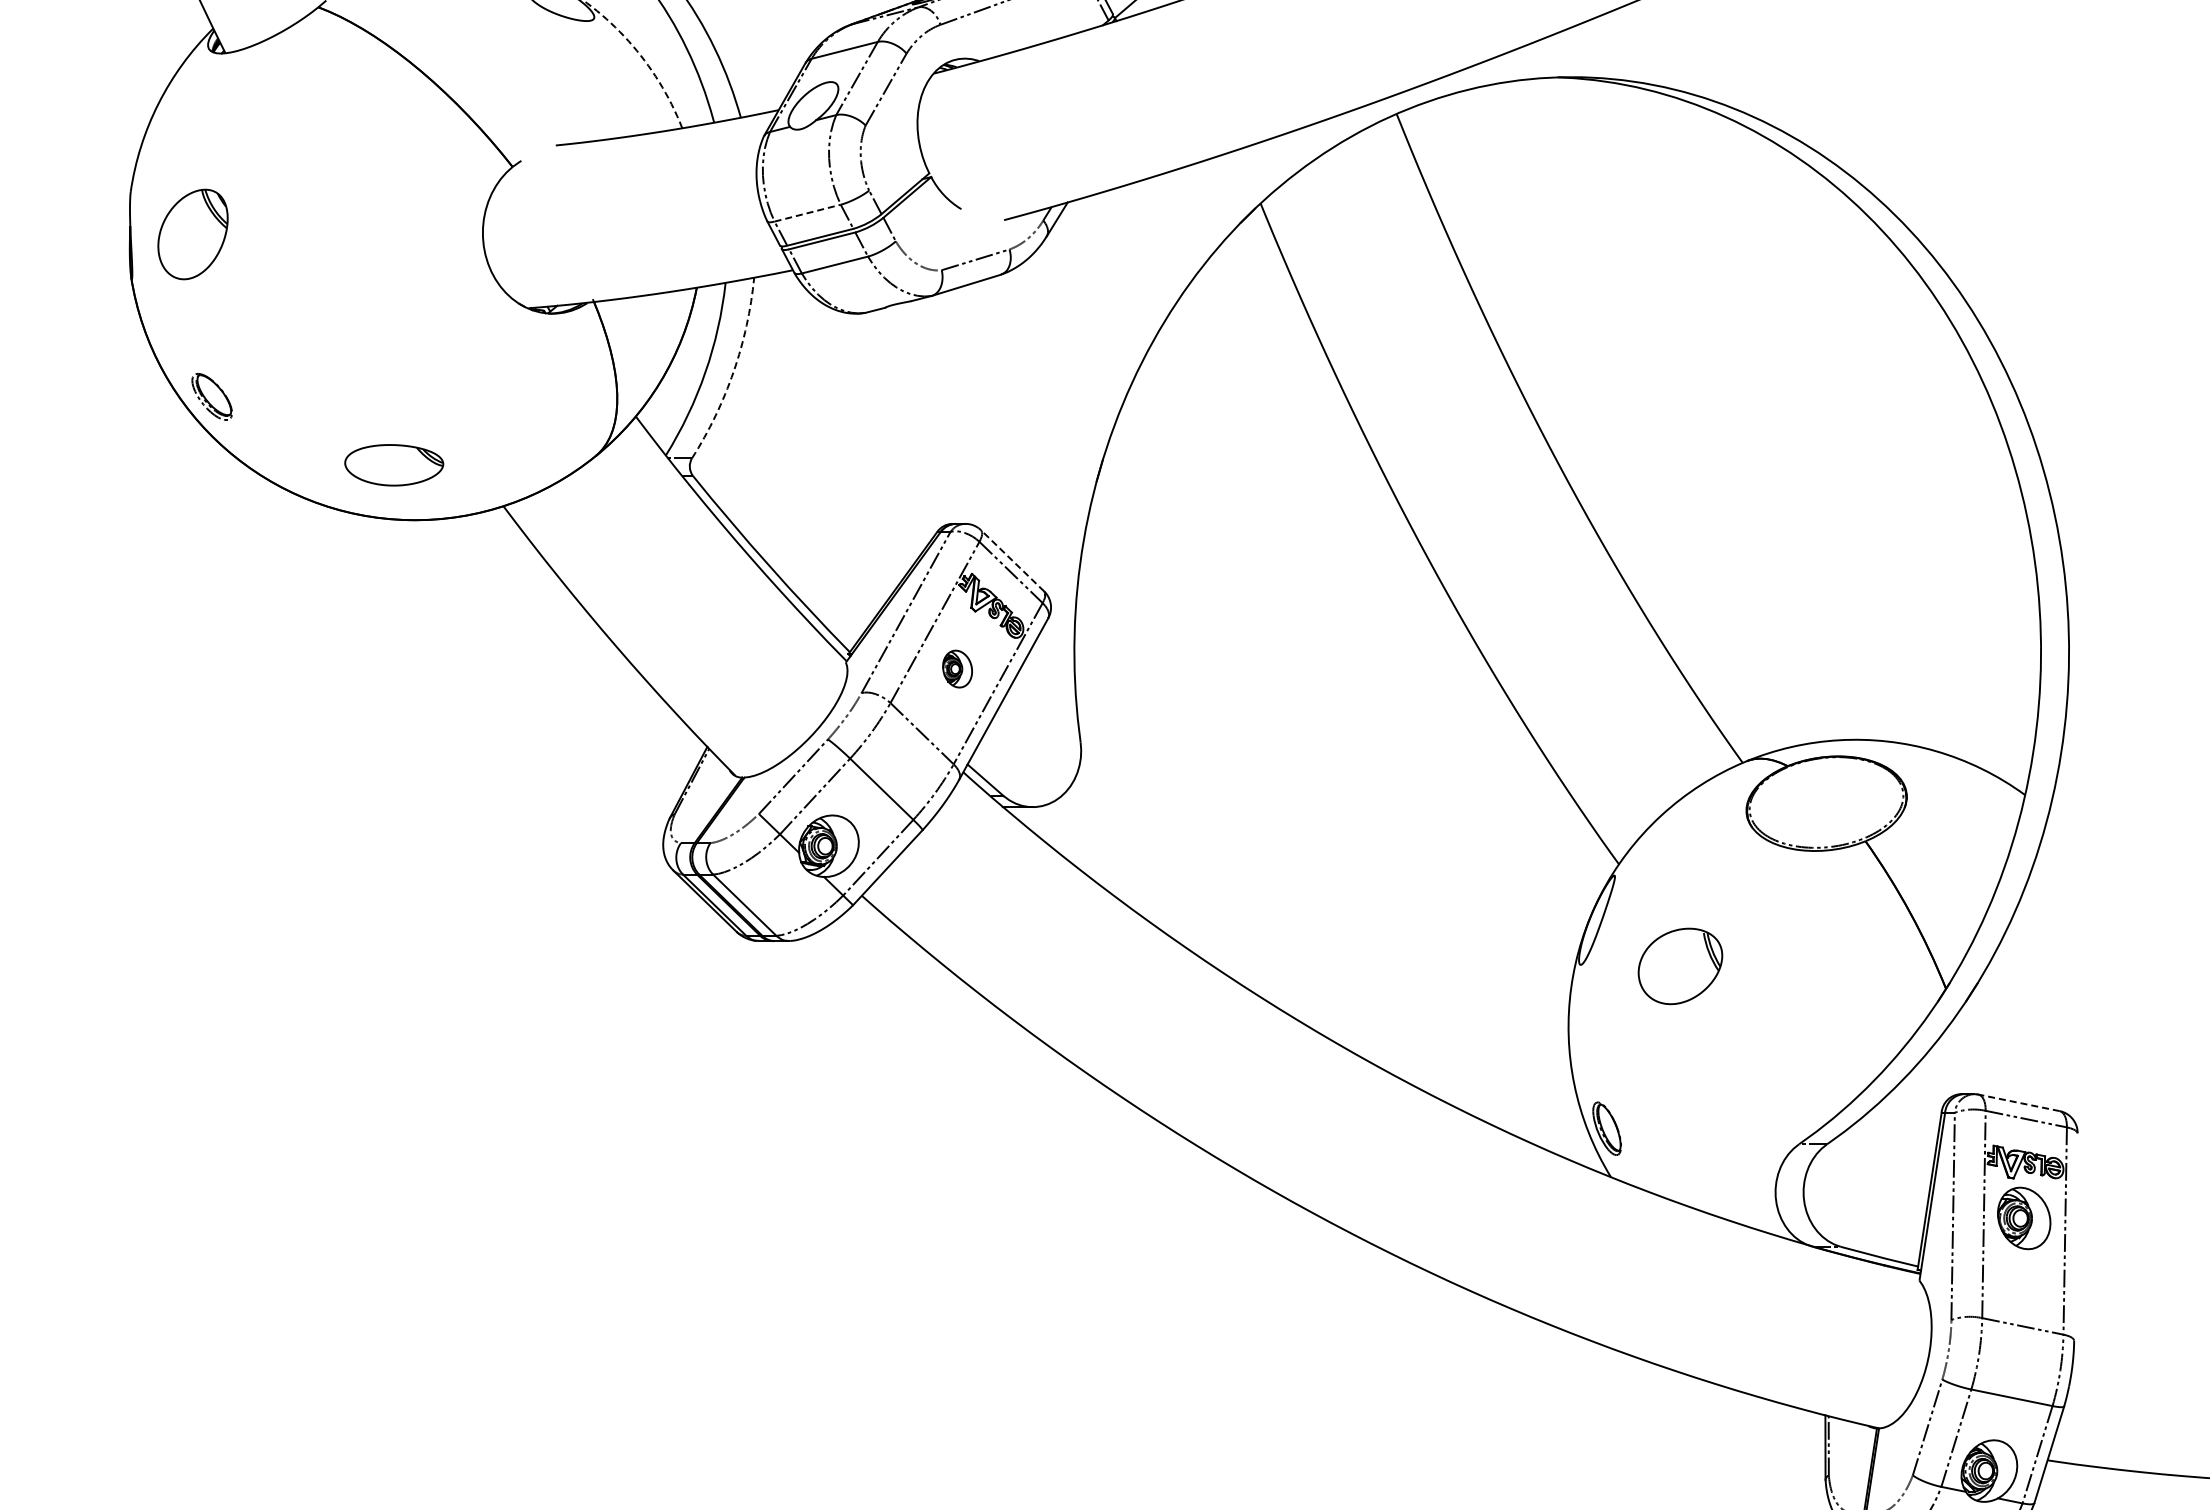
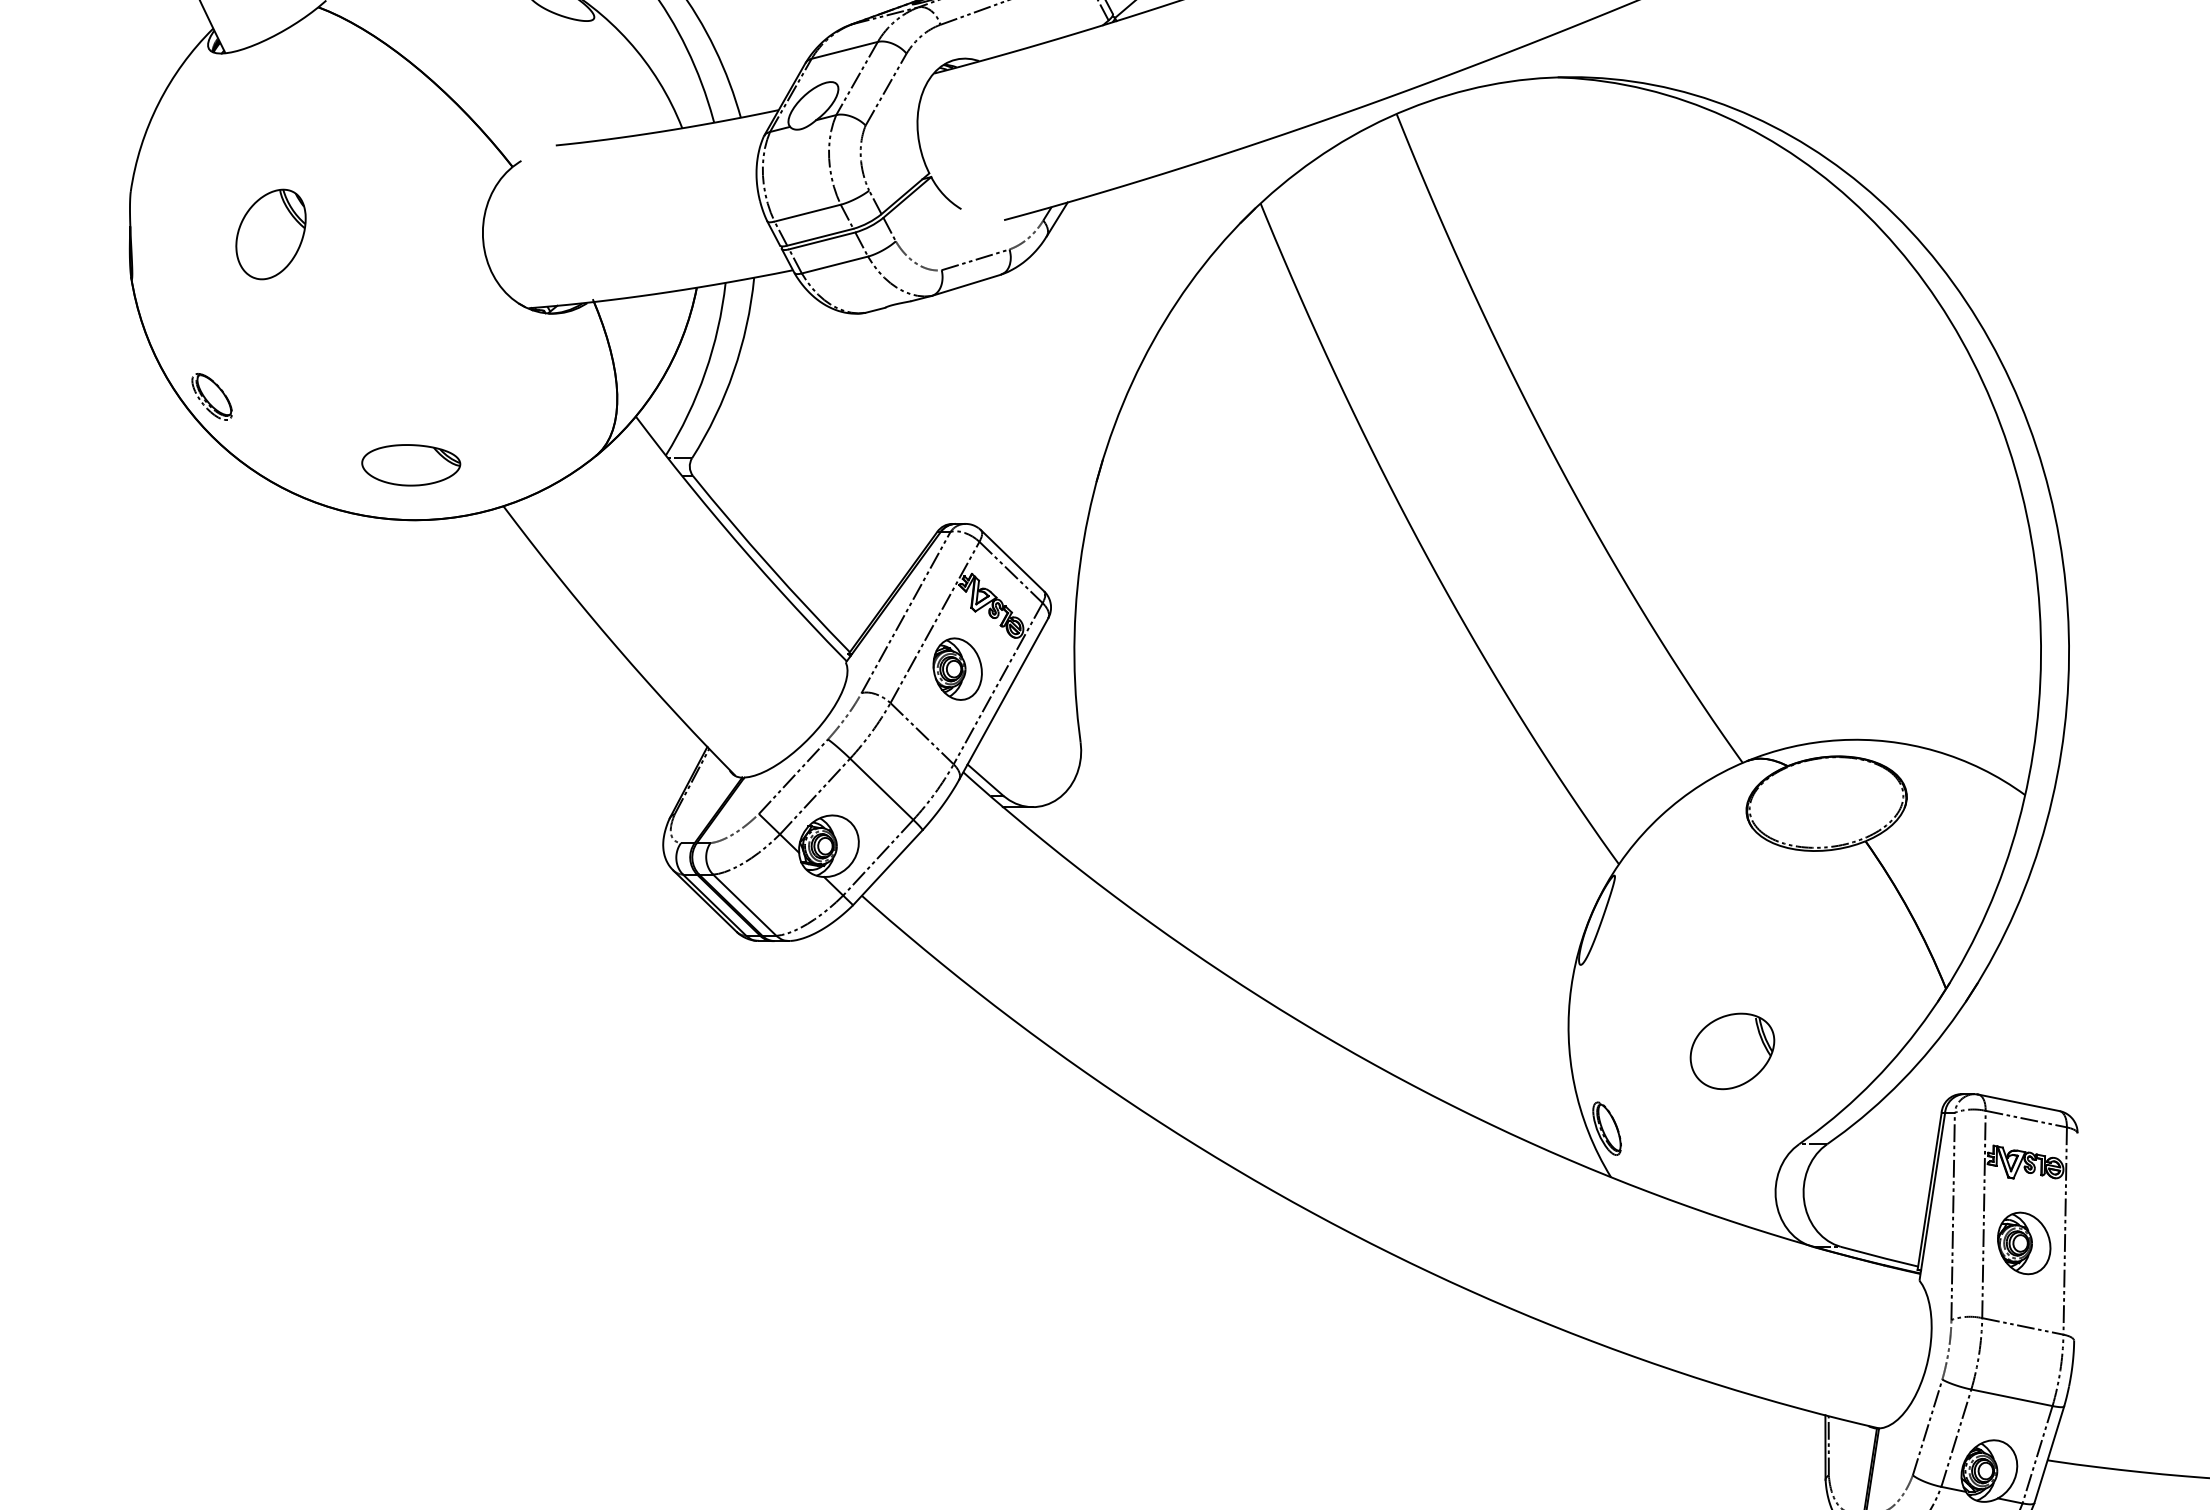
arc at (641, 56): dashed -> solid
line at (808, 213): dashed -> solid
part at (192, 234) position: (192, 234) -> (270, 234)
arc at (733, 371): dashed -> solid
part at (394, 465) position: (394, 465) -> (411, 465)
line at (1012, 560): dashed -> solid
part at (957, 668) size: 31x40 px -> 51x64 px
part at (1680, 966) position: (1680, 966) -> (1732, 1051)
line at (2018, 1102): dashed -> solid
part at (2024, 1218) position: (2024, 1218) -> (2024, 1243)
